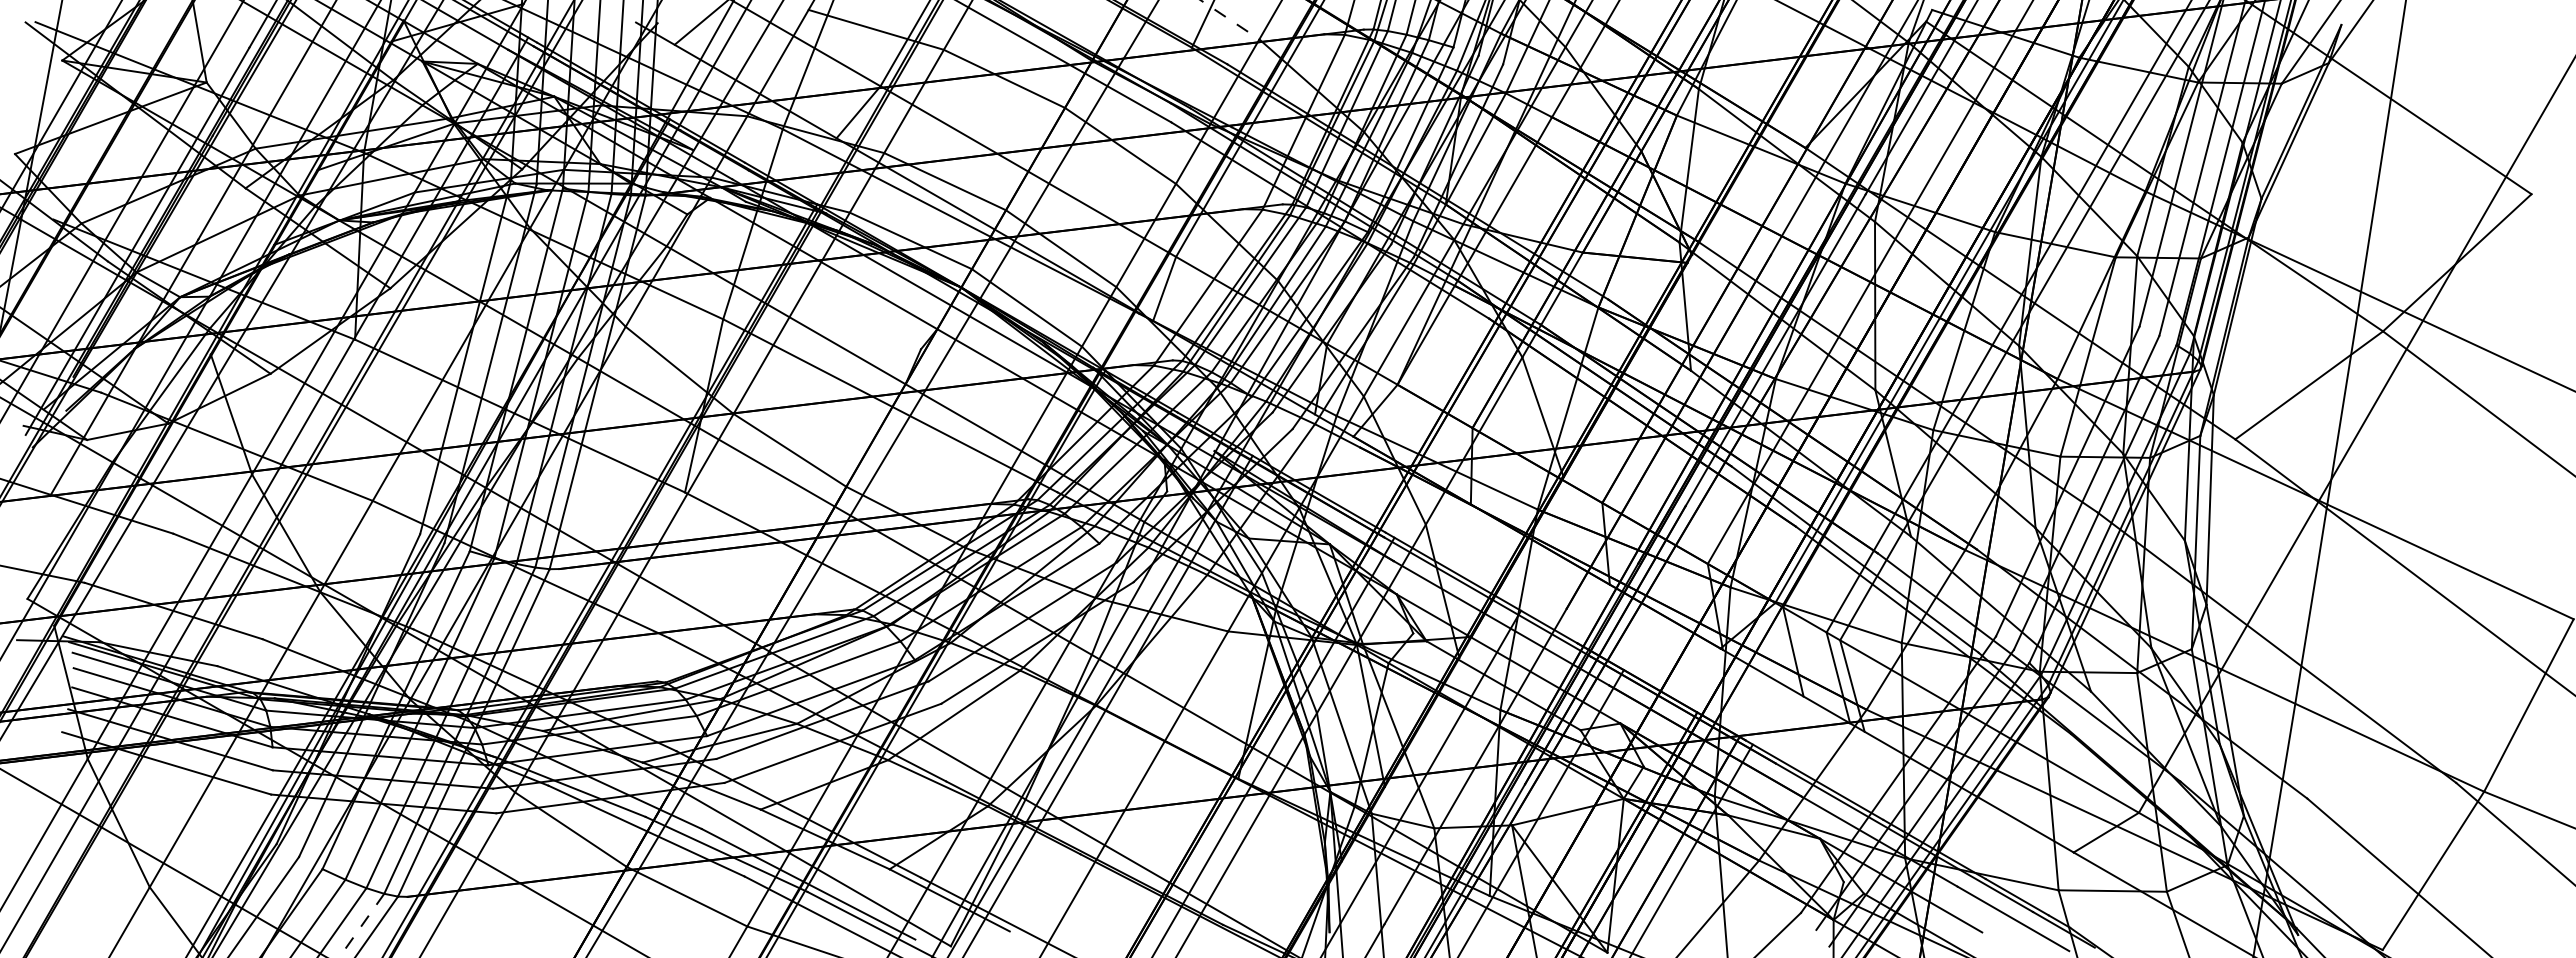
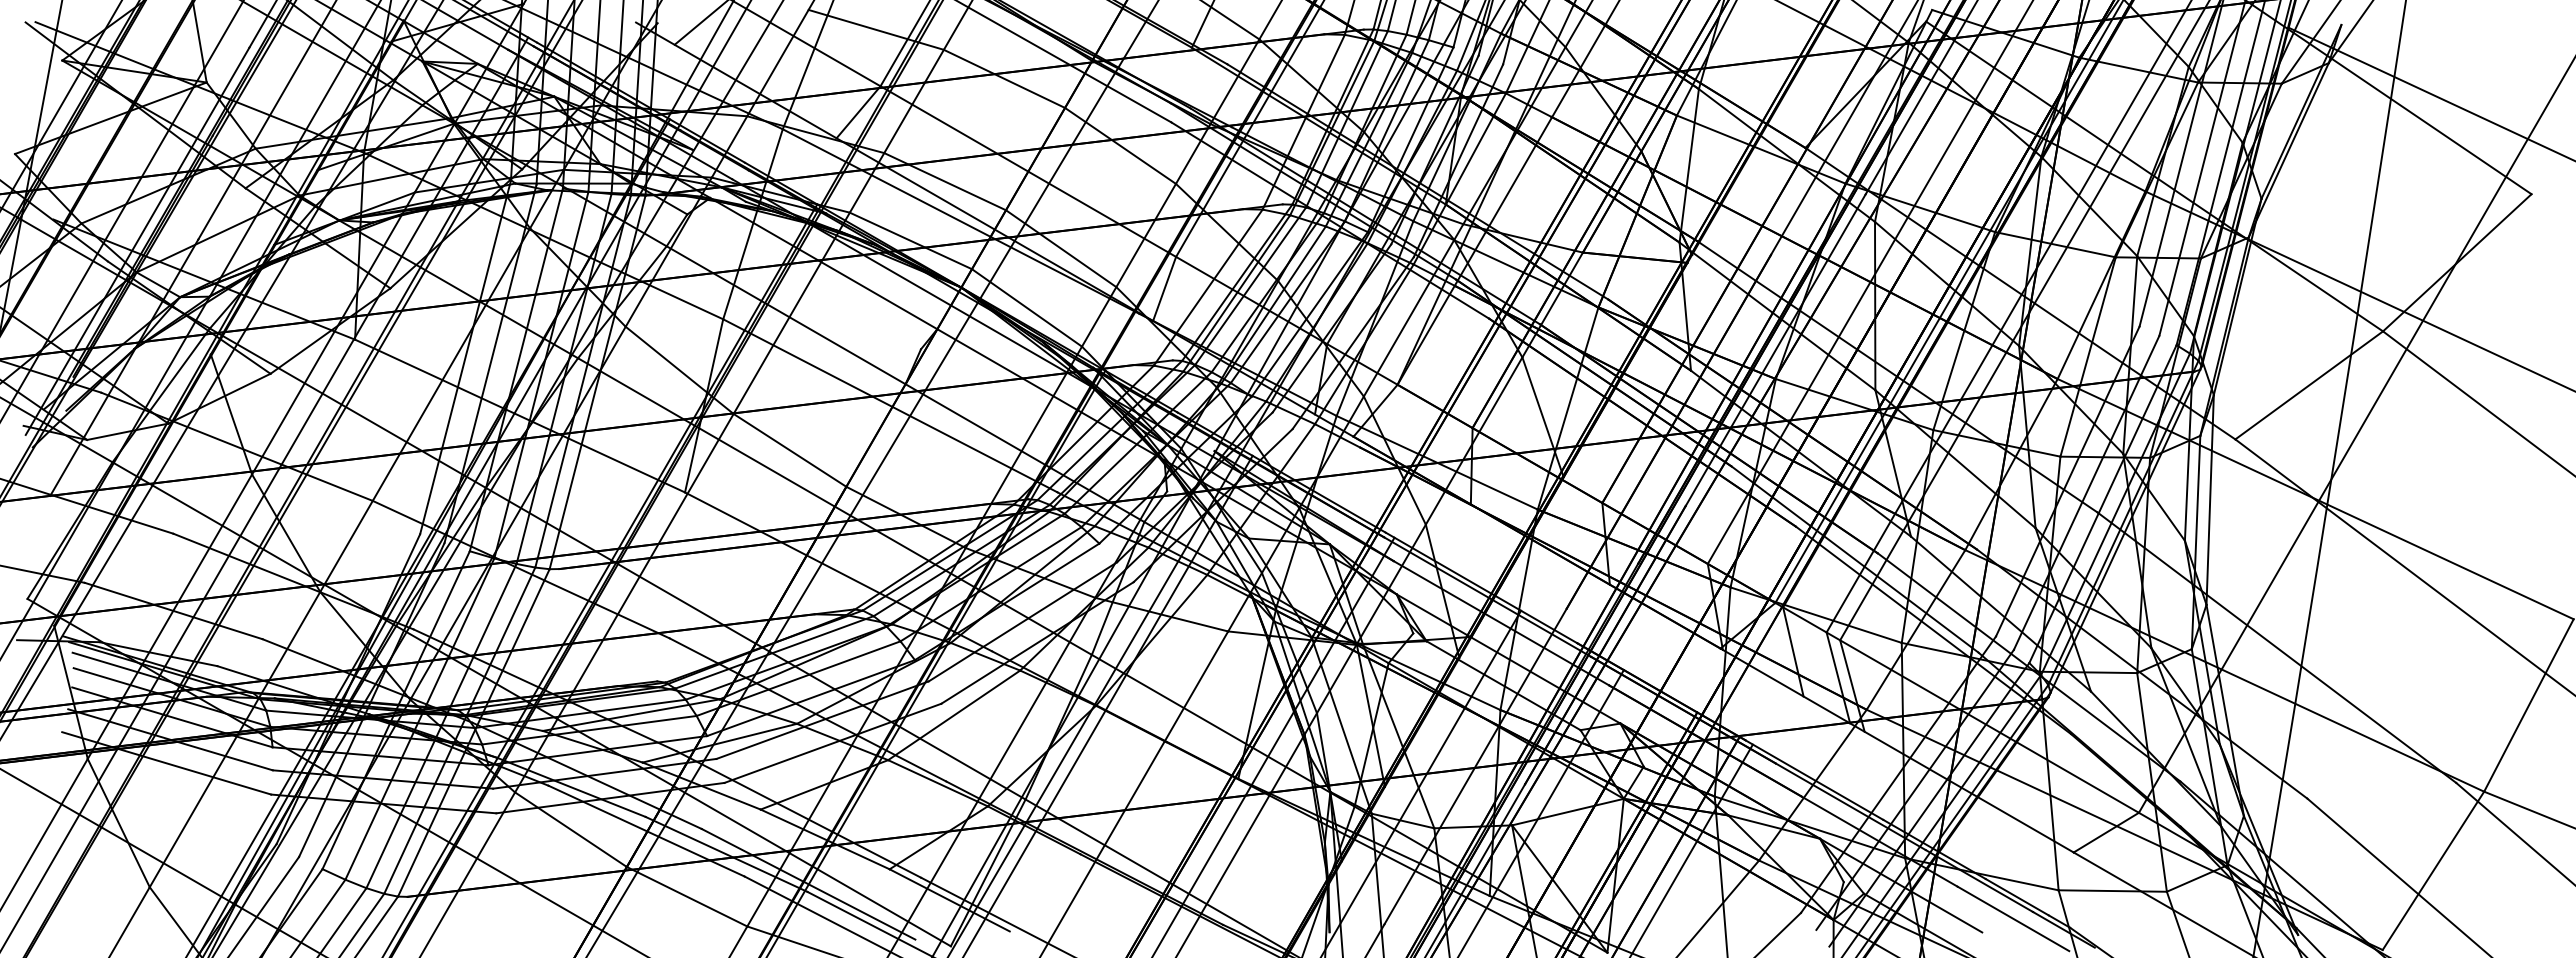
line at (1230, 20): dashed -> solid
line at (2430, 93): none -> present
line at (361, 925): dashed -> solid
